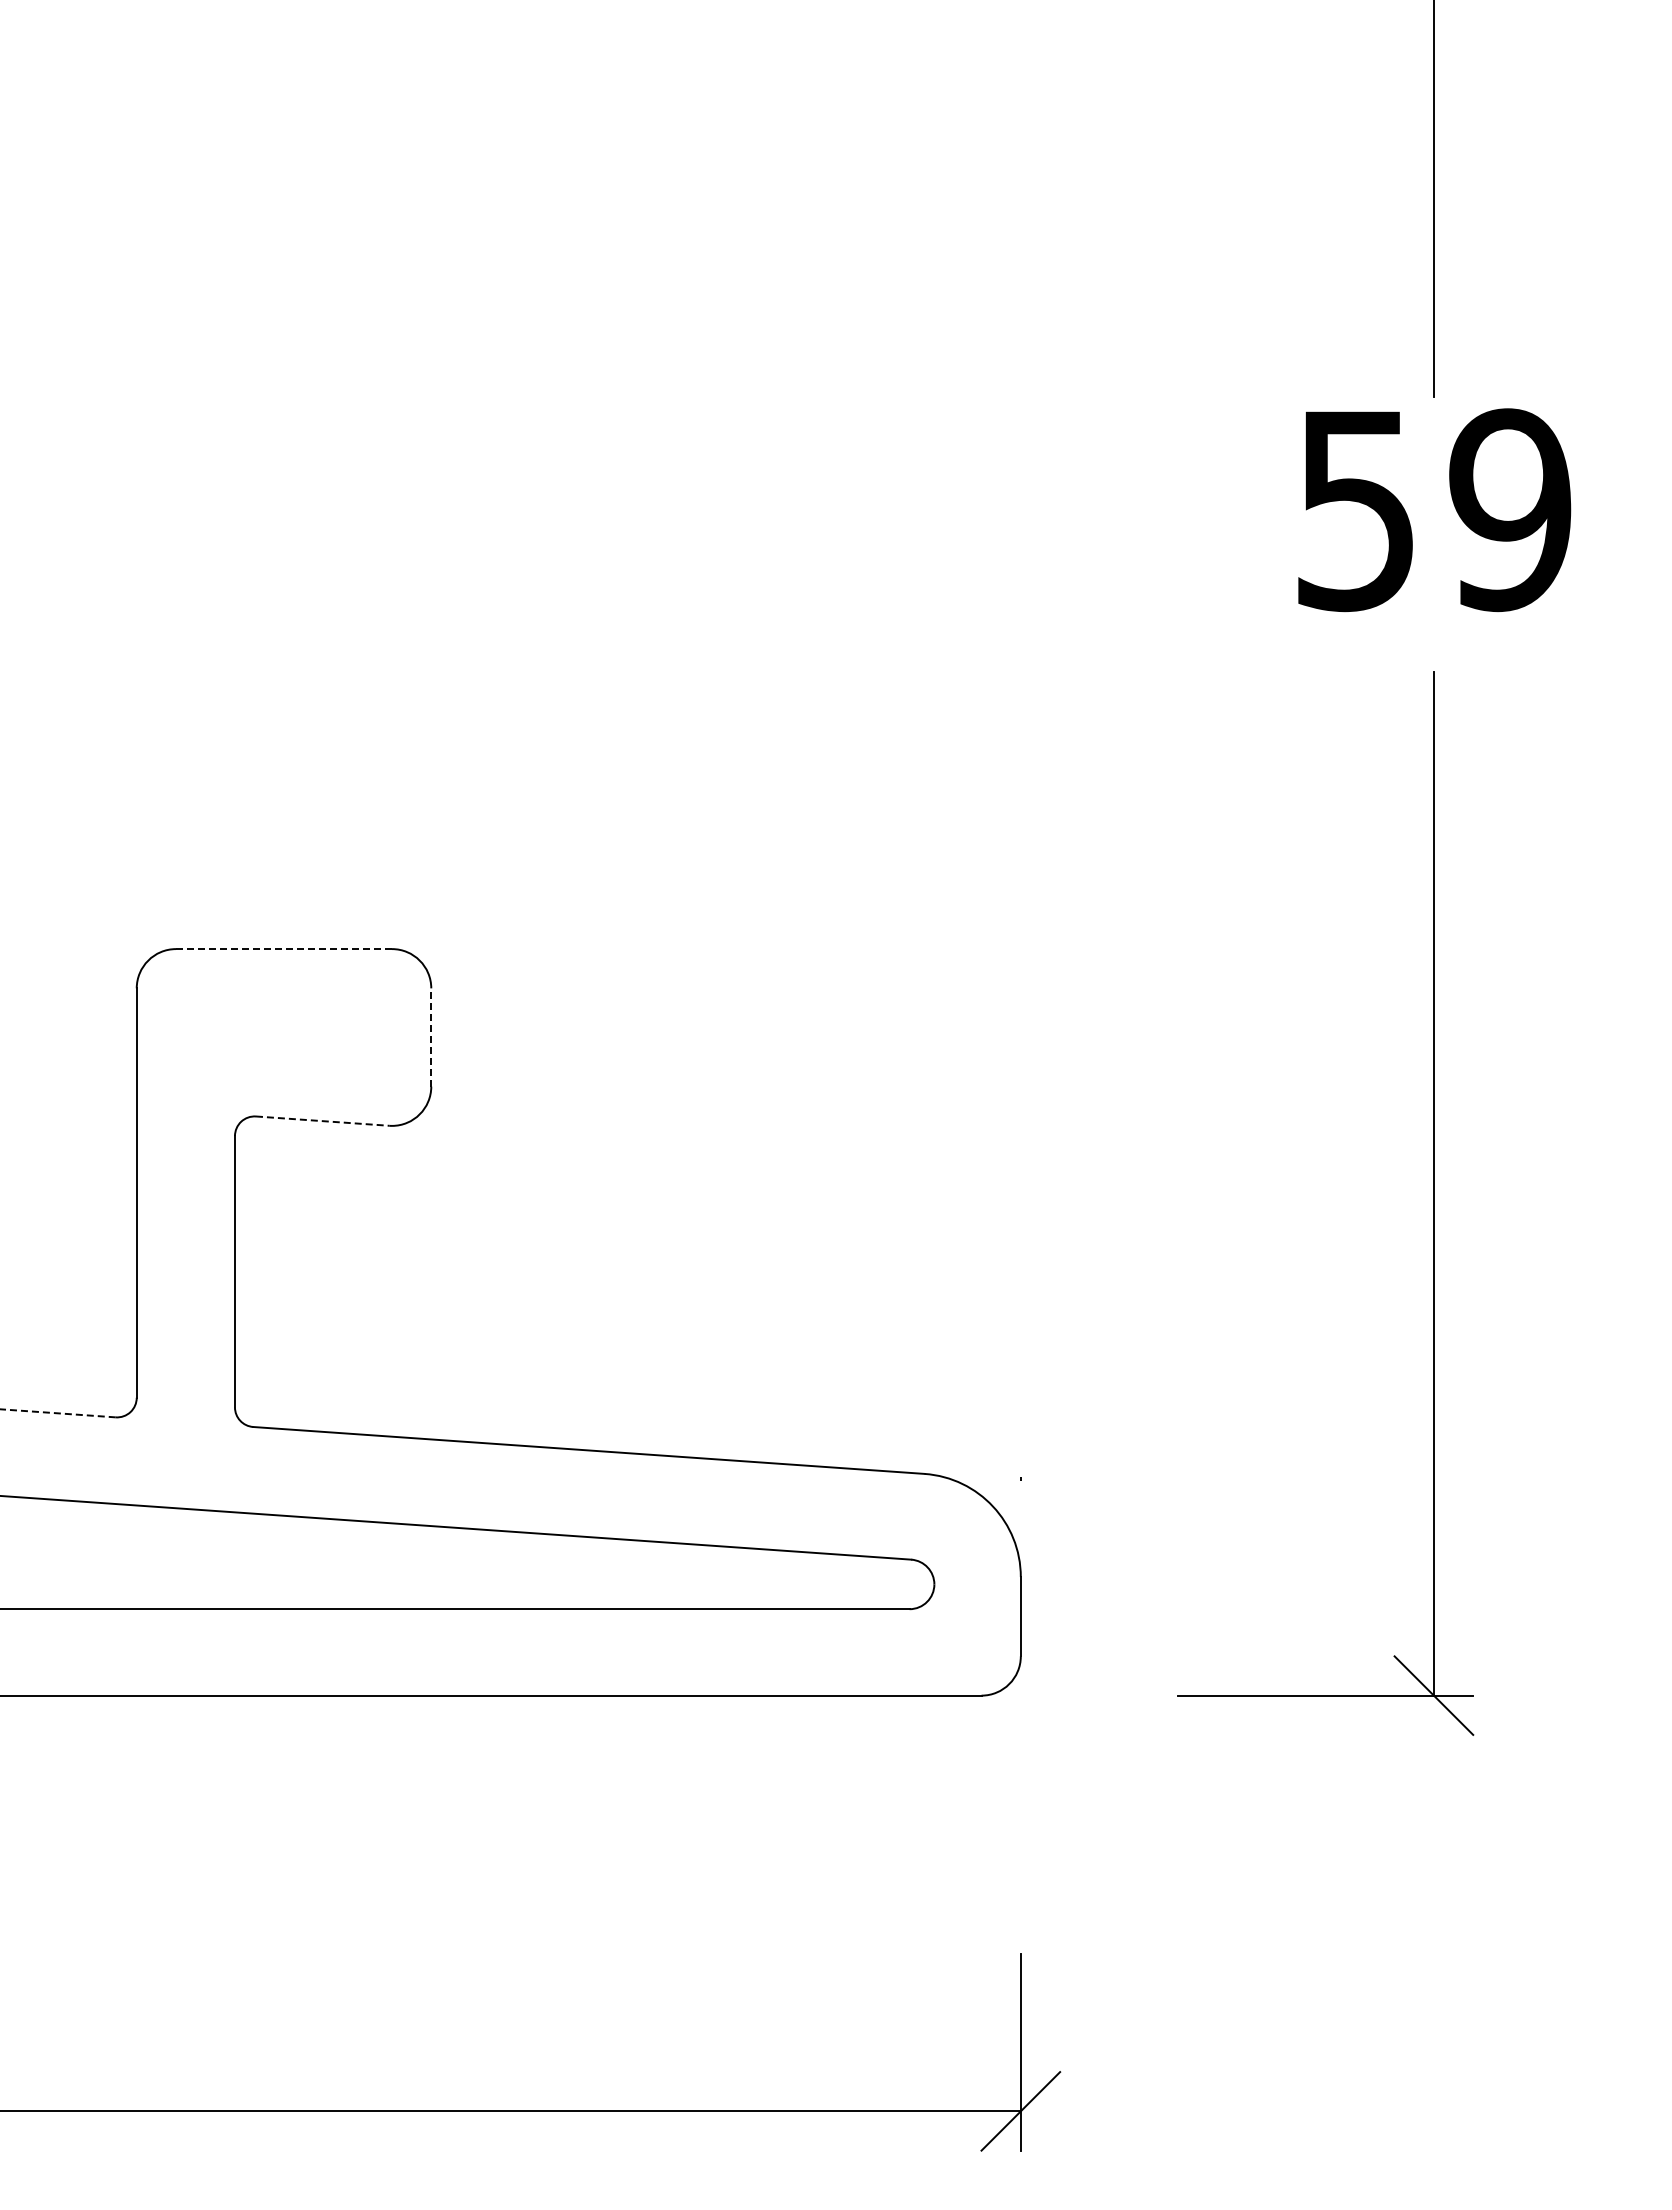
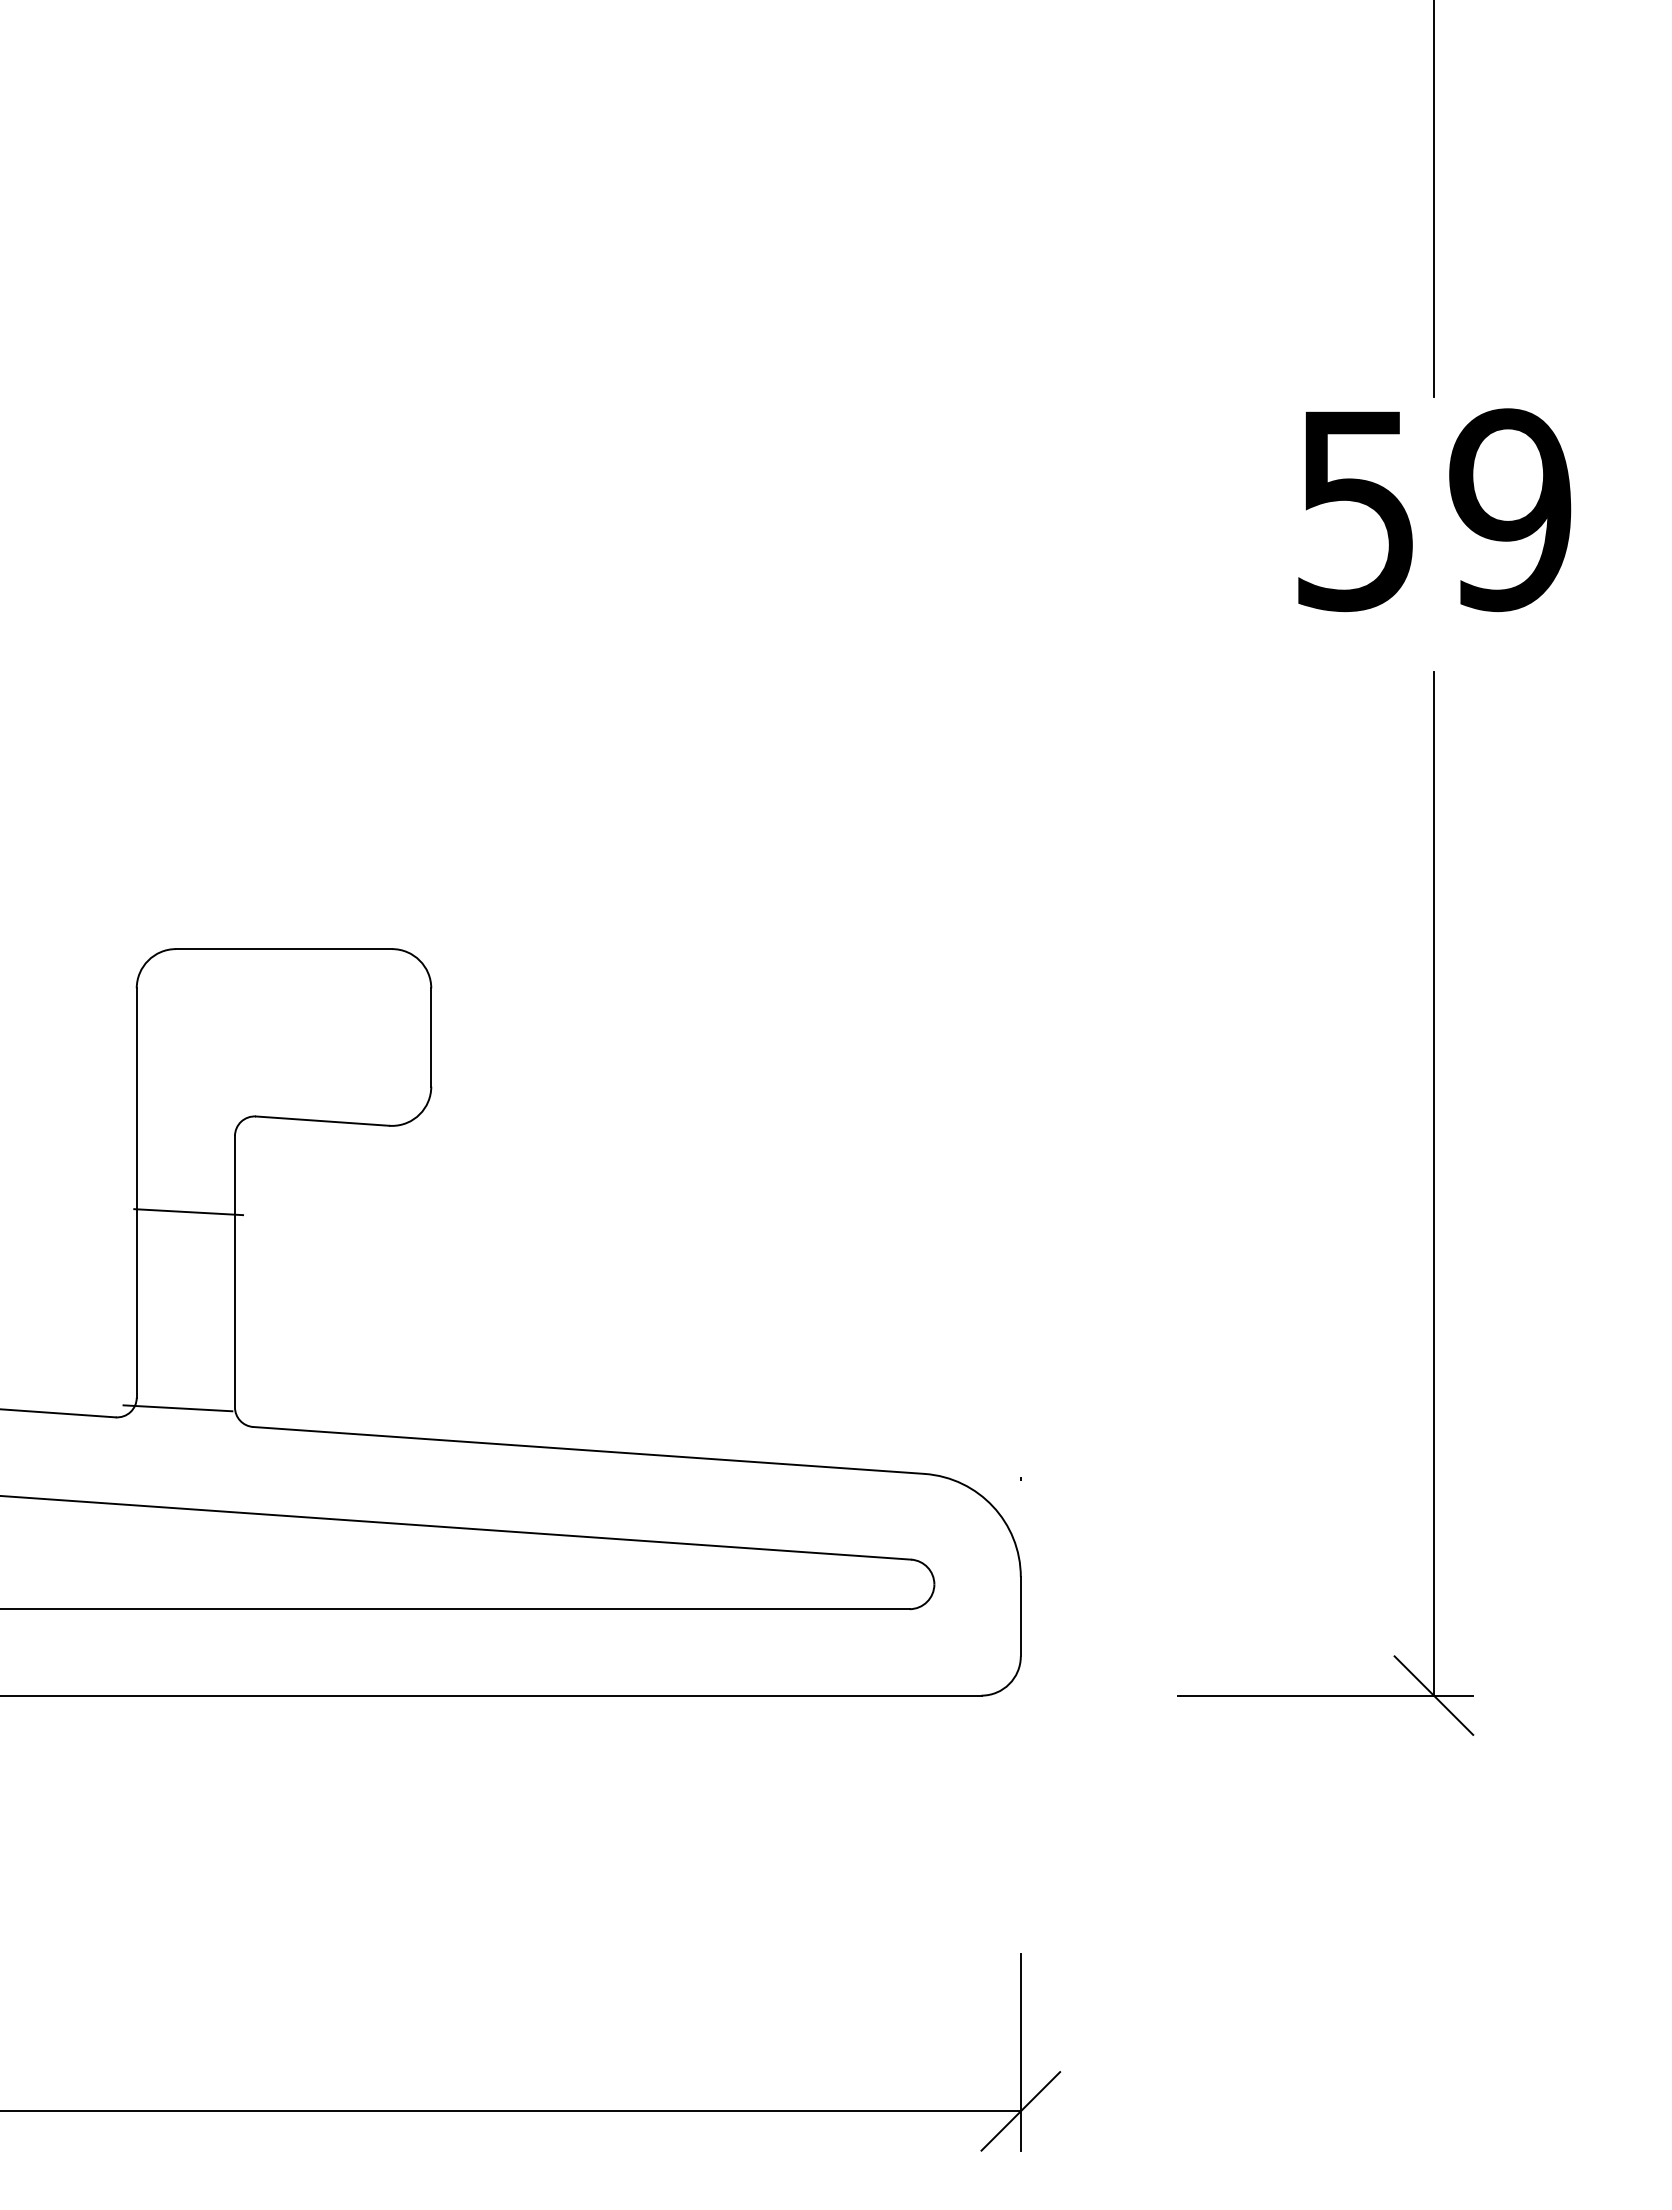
line at (284, 949): dashed -> solid
line at (431, 1037): dashed -> solid
line at (322, 1121): dashed -> solid
line at (188, 1212): none -> present
line at (177, 1408): none -> present
line at (57, 1413): dashed -> solid
